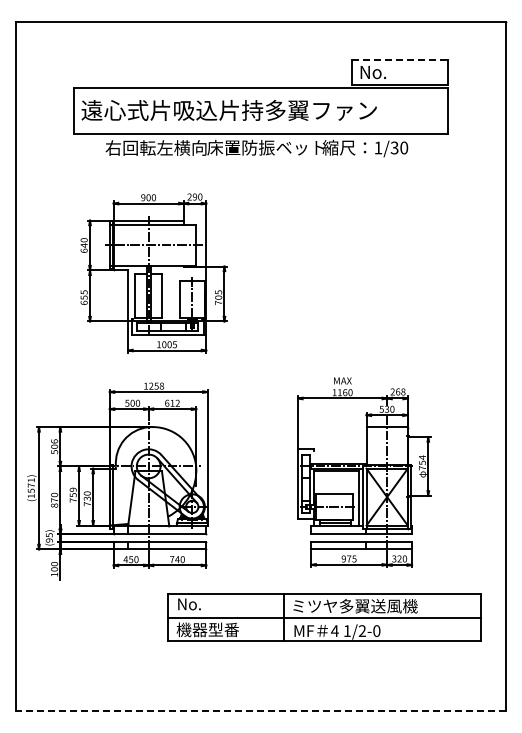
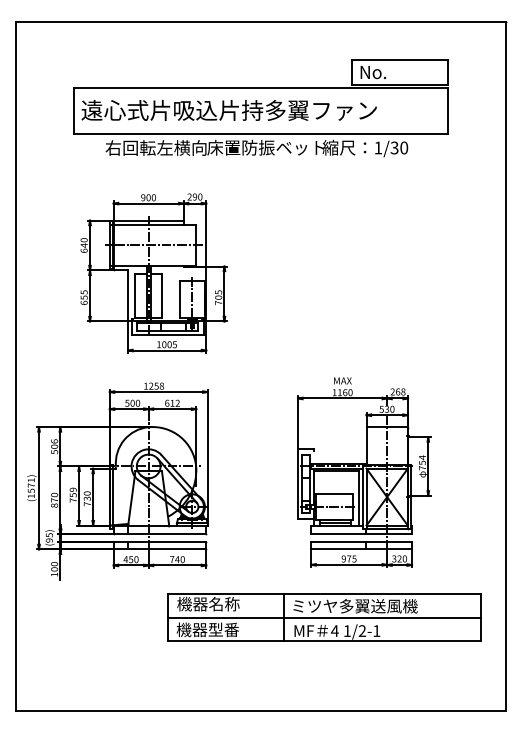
line at (400, 60): dashed -> solid
text at (208, 603): No. -> 機器名称
text at (376, 631): 1/2-0 -> 1/2-1
line at (260, 711): dashed -> solid
